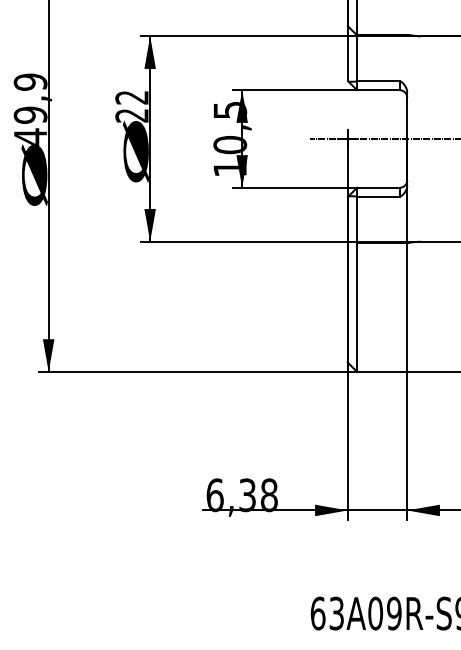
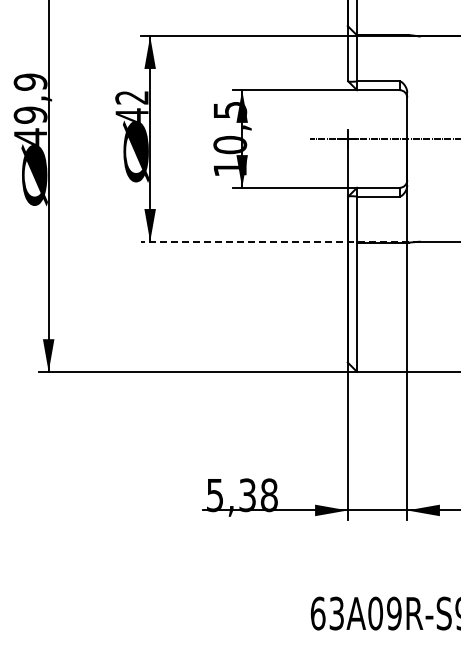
text at (131, 115): 22 -> 42
line at (279, 241): solid -> dashed
text at (214, 495): 6,38 -> 5,38
